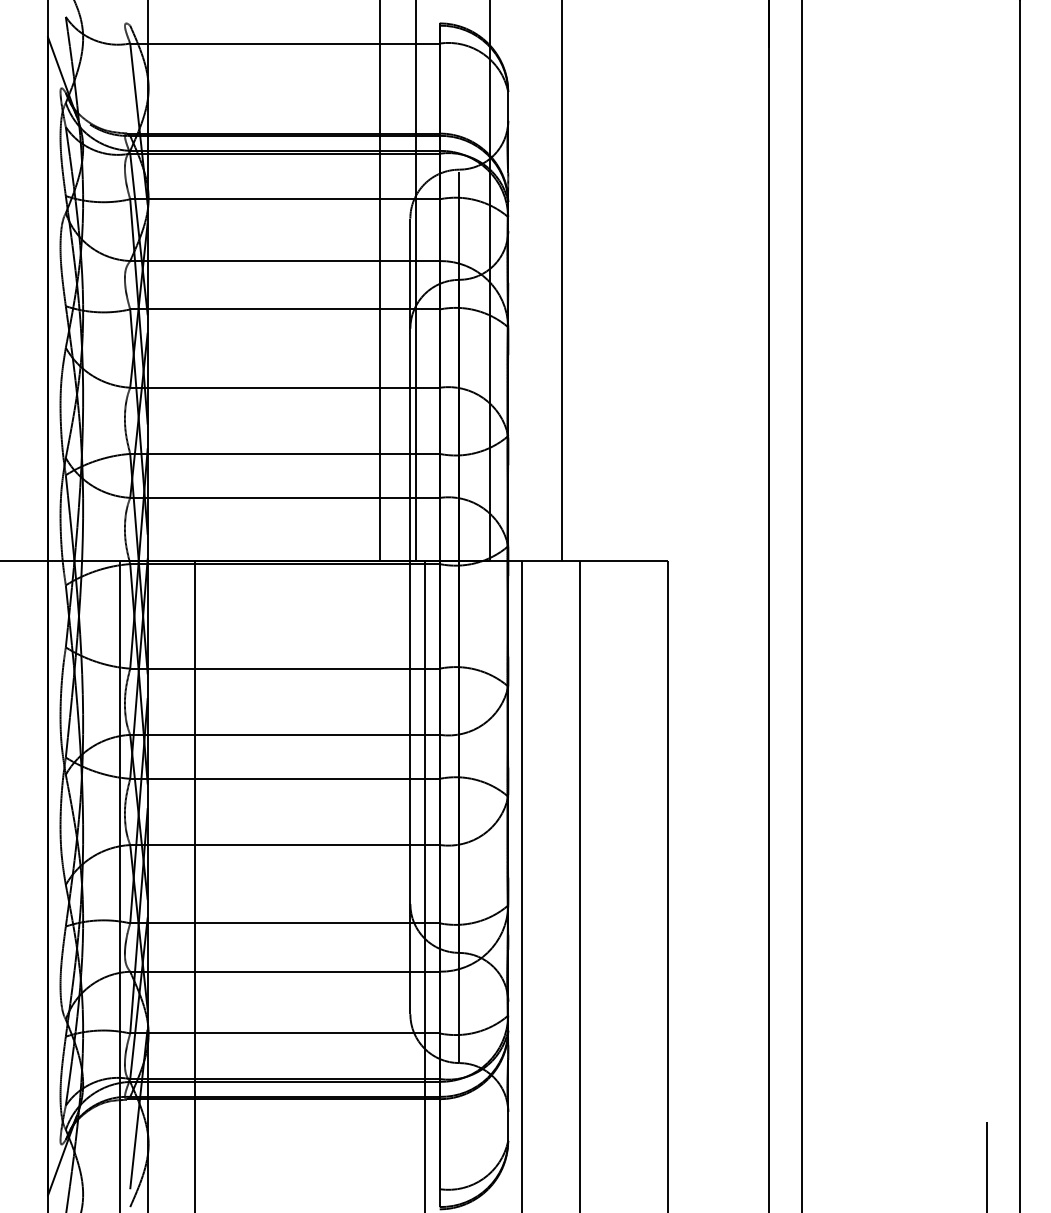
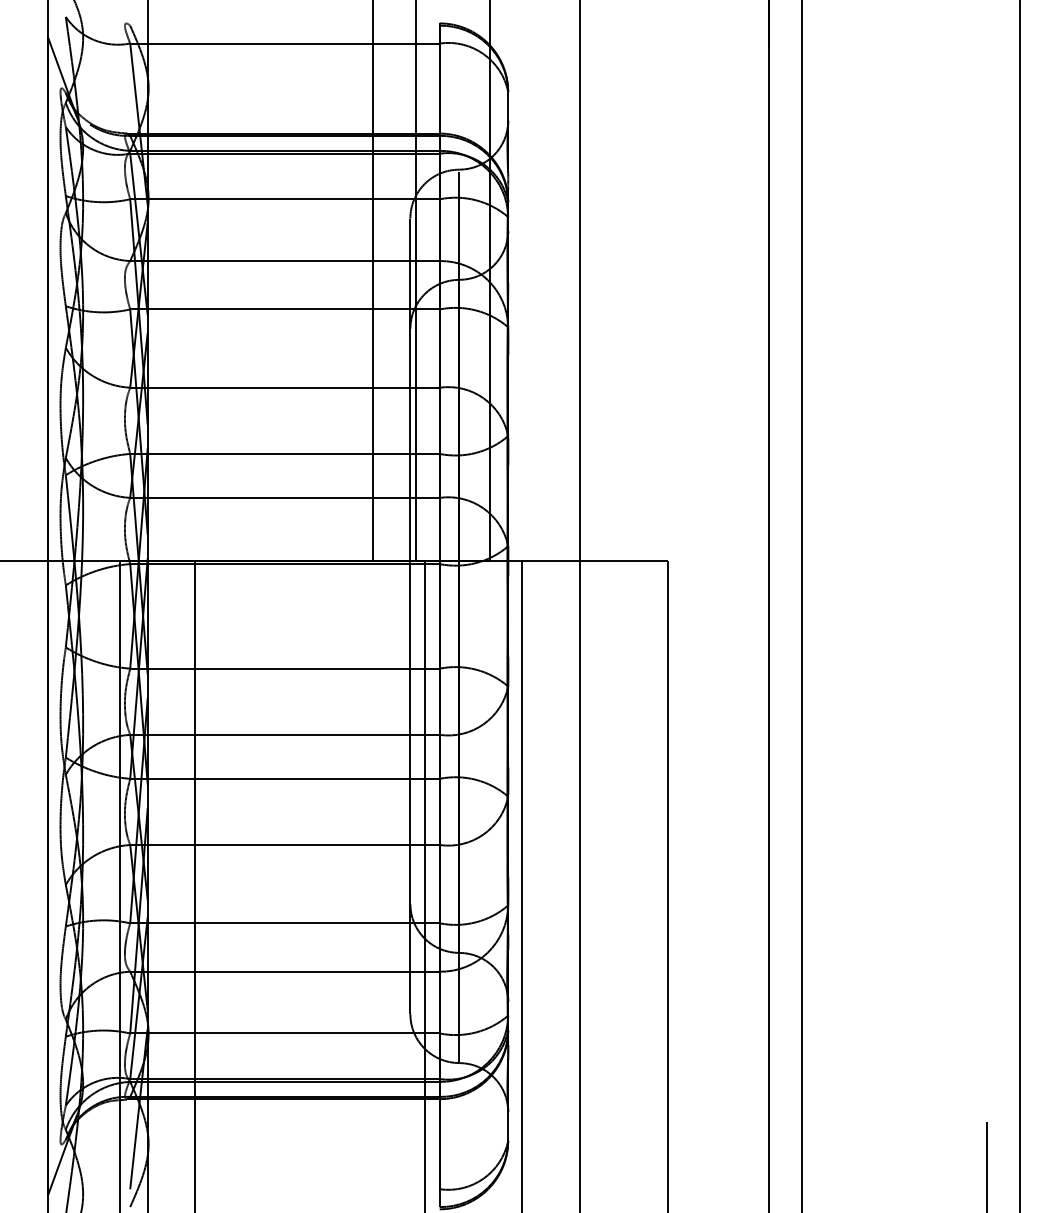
line at (379, 281) position: (379, 281) -> (372, 281)
line at (561, 281) position: (561, 281) -> (579, 281)
